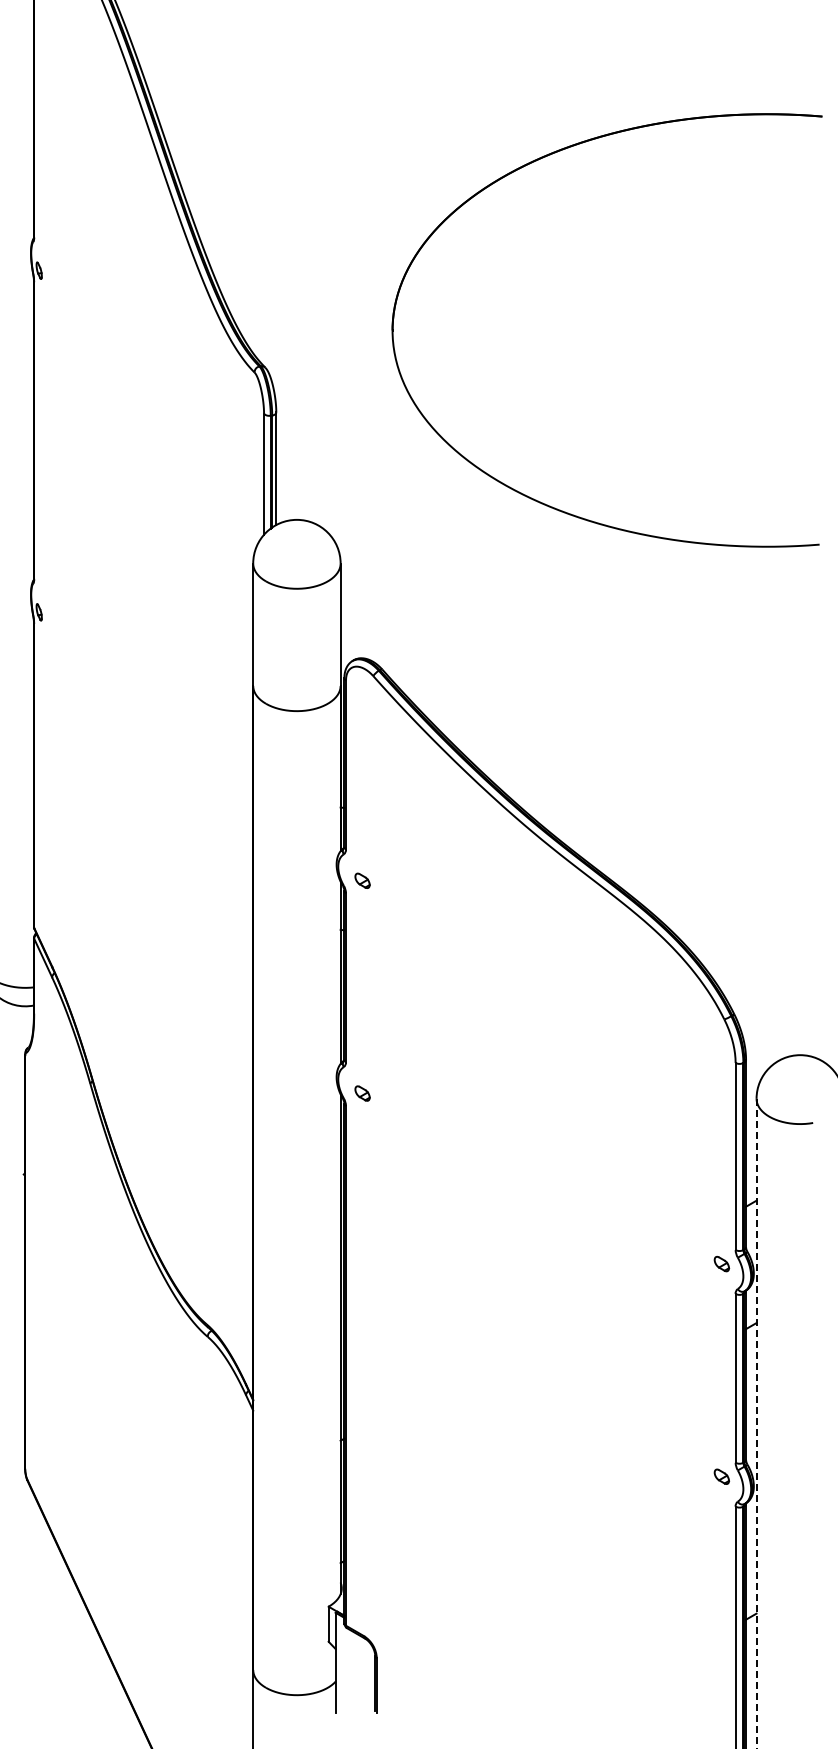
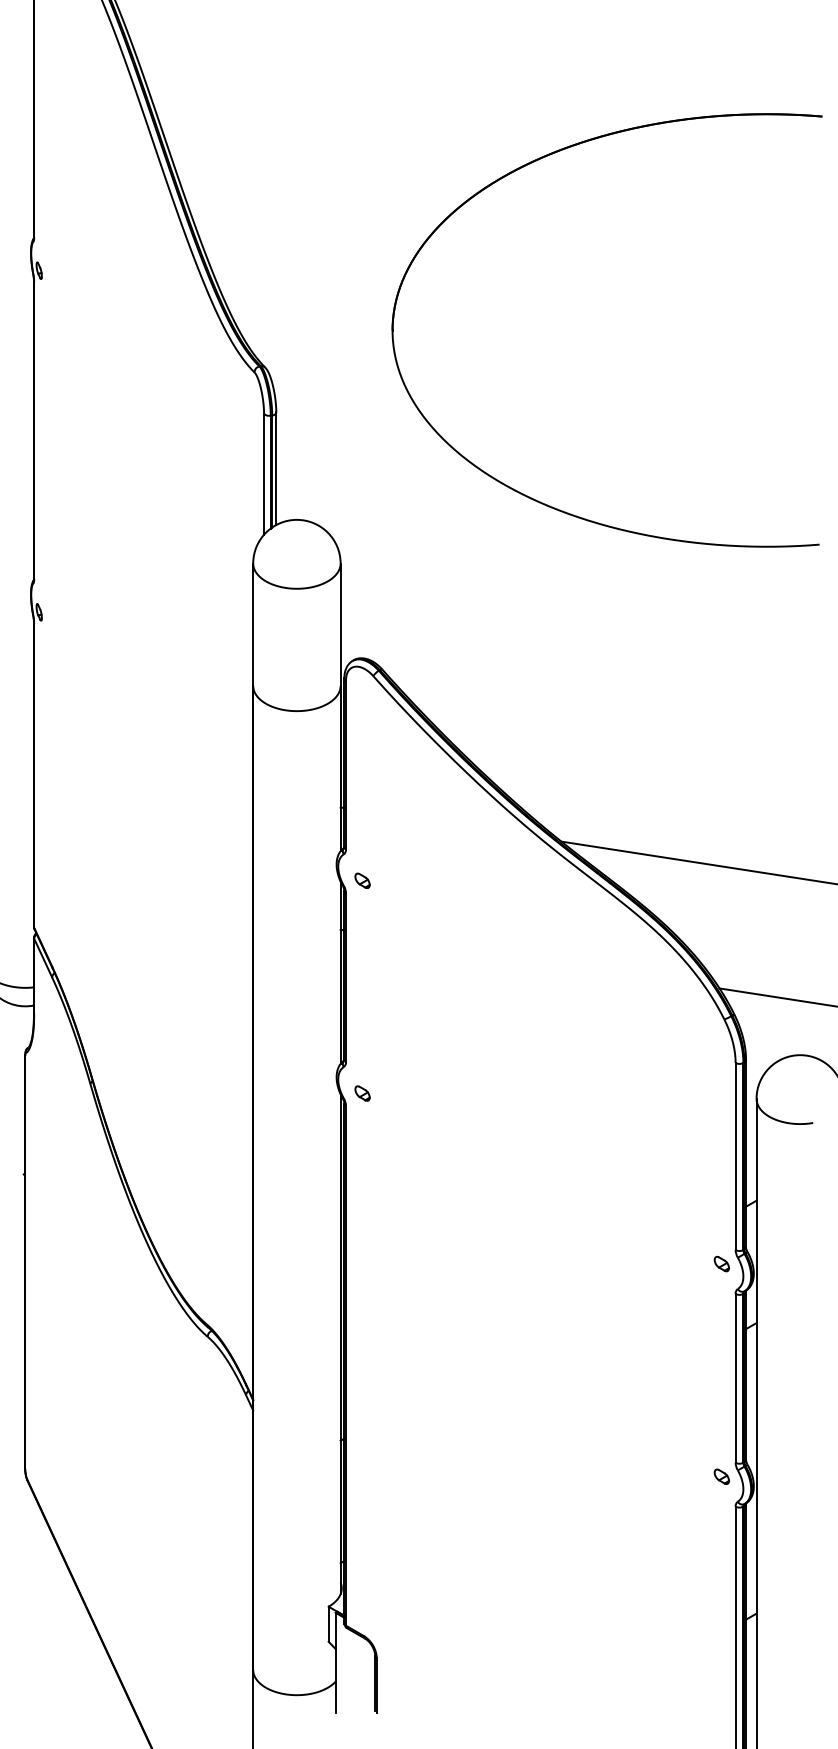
line at (697, 862): none -> present
line at (776, 997): none -> present
line at (756, 1423): dashed -> solid
